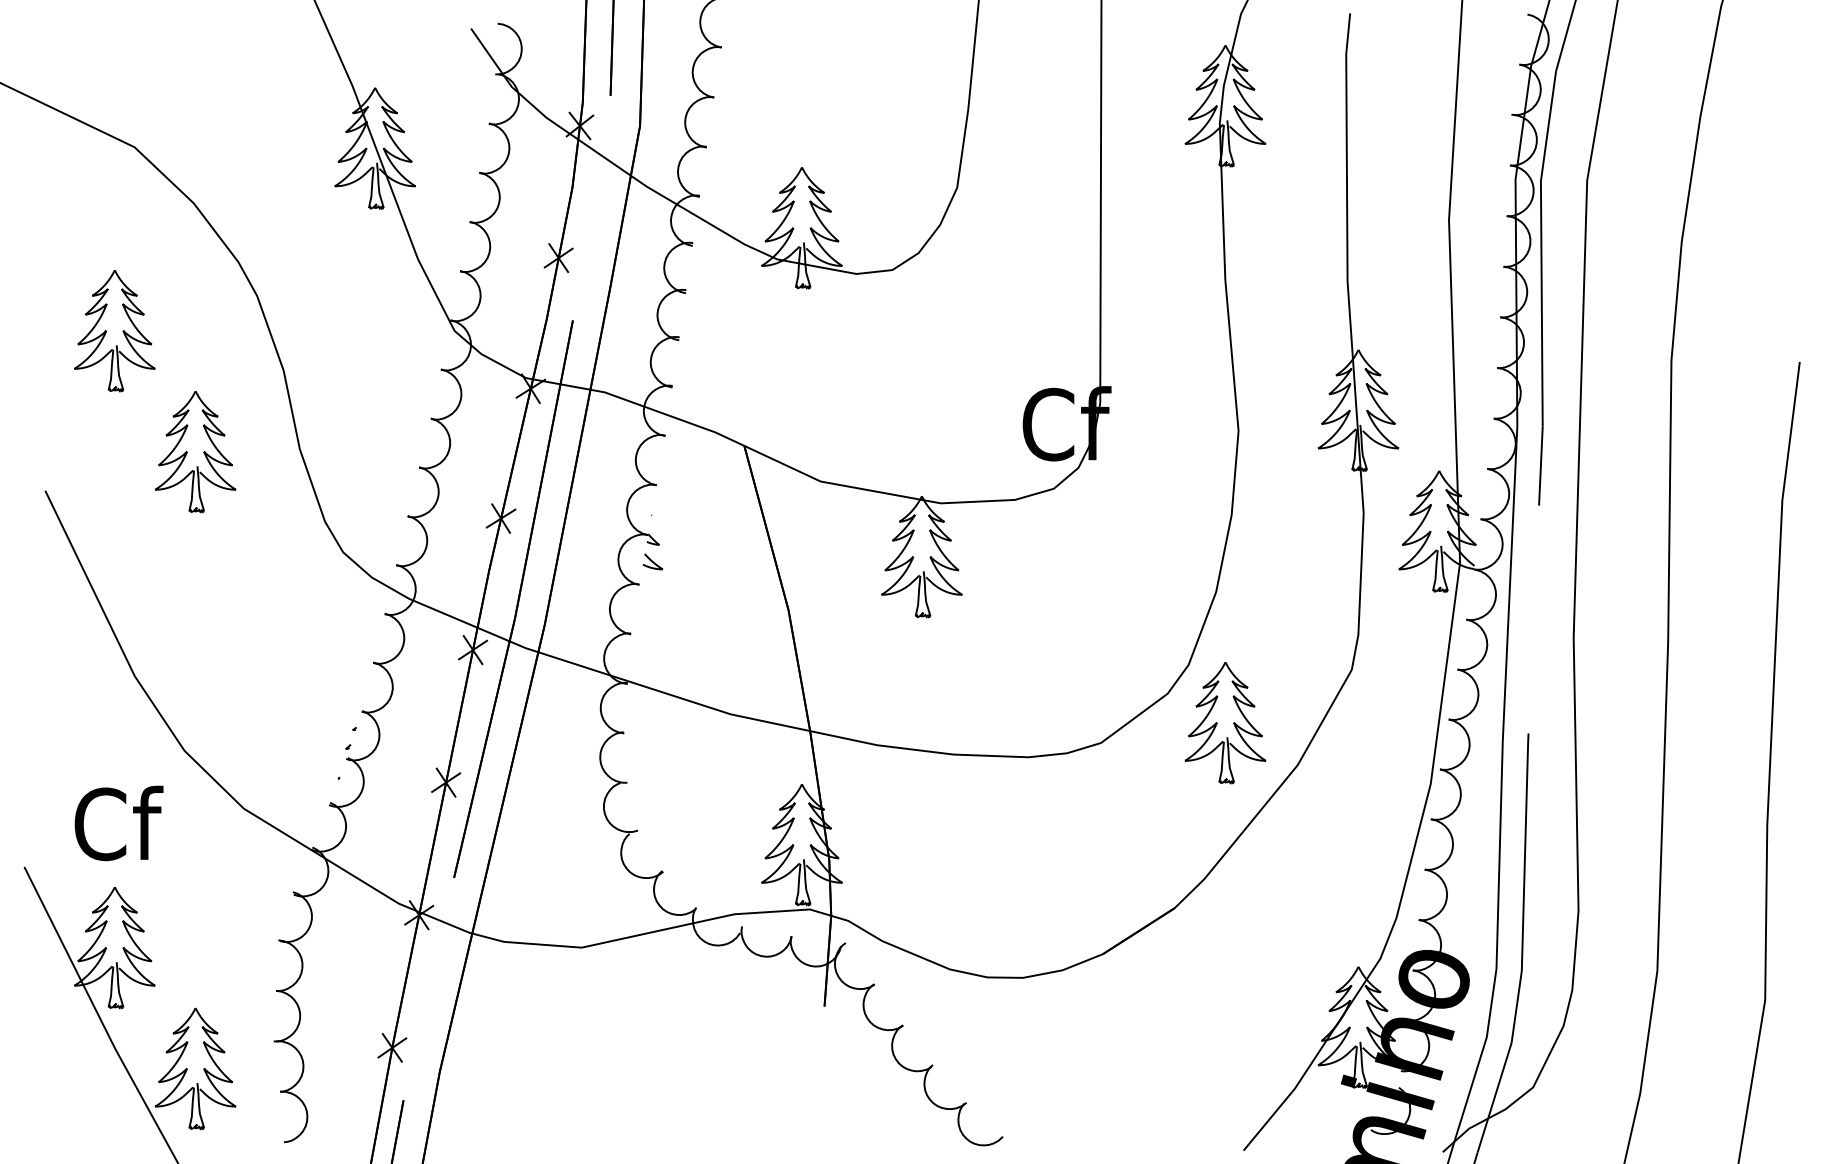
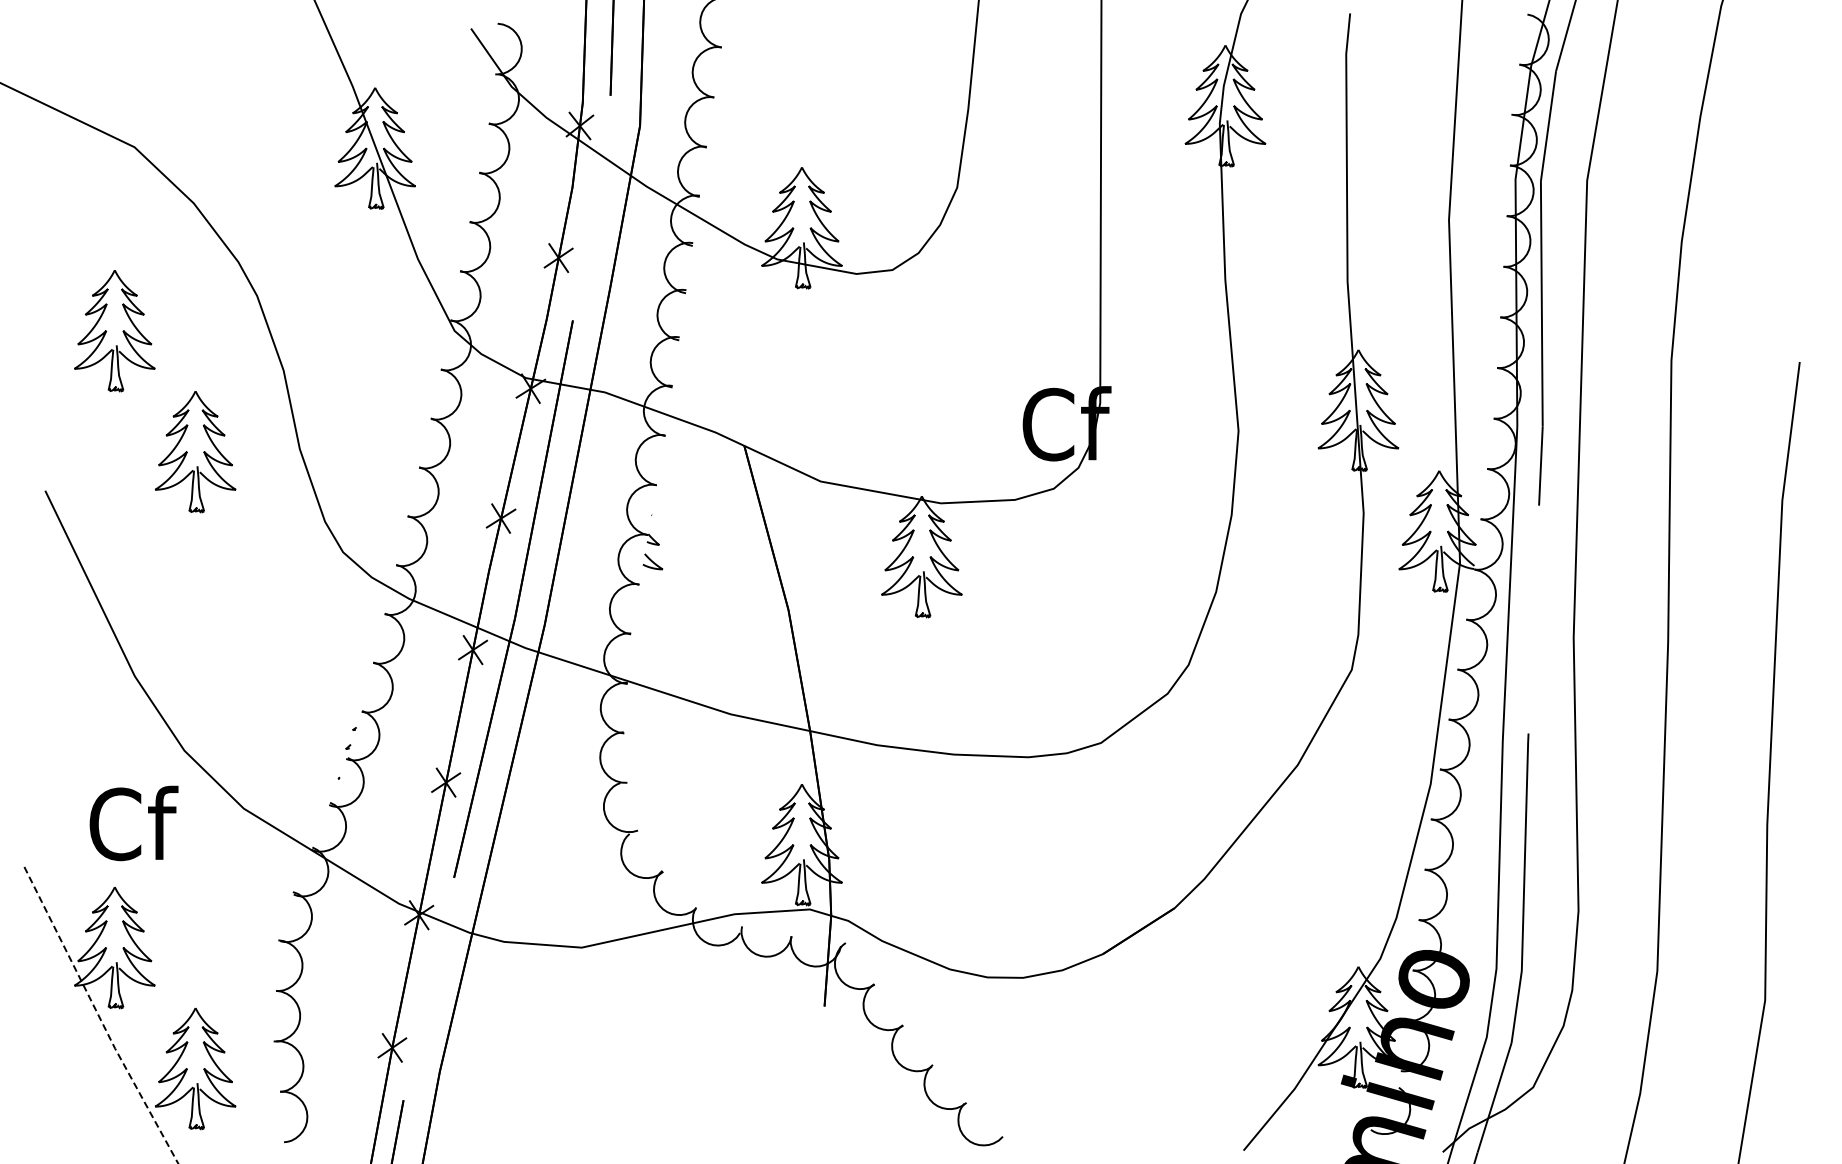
part at (1225, 723): present -> none
text at (118, 823) position: (118, 823) -> (133, 823)
line at (99, 1016): solid -> dashed
